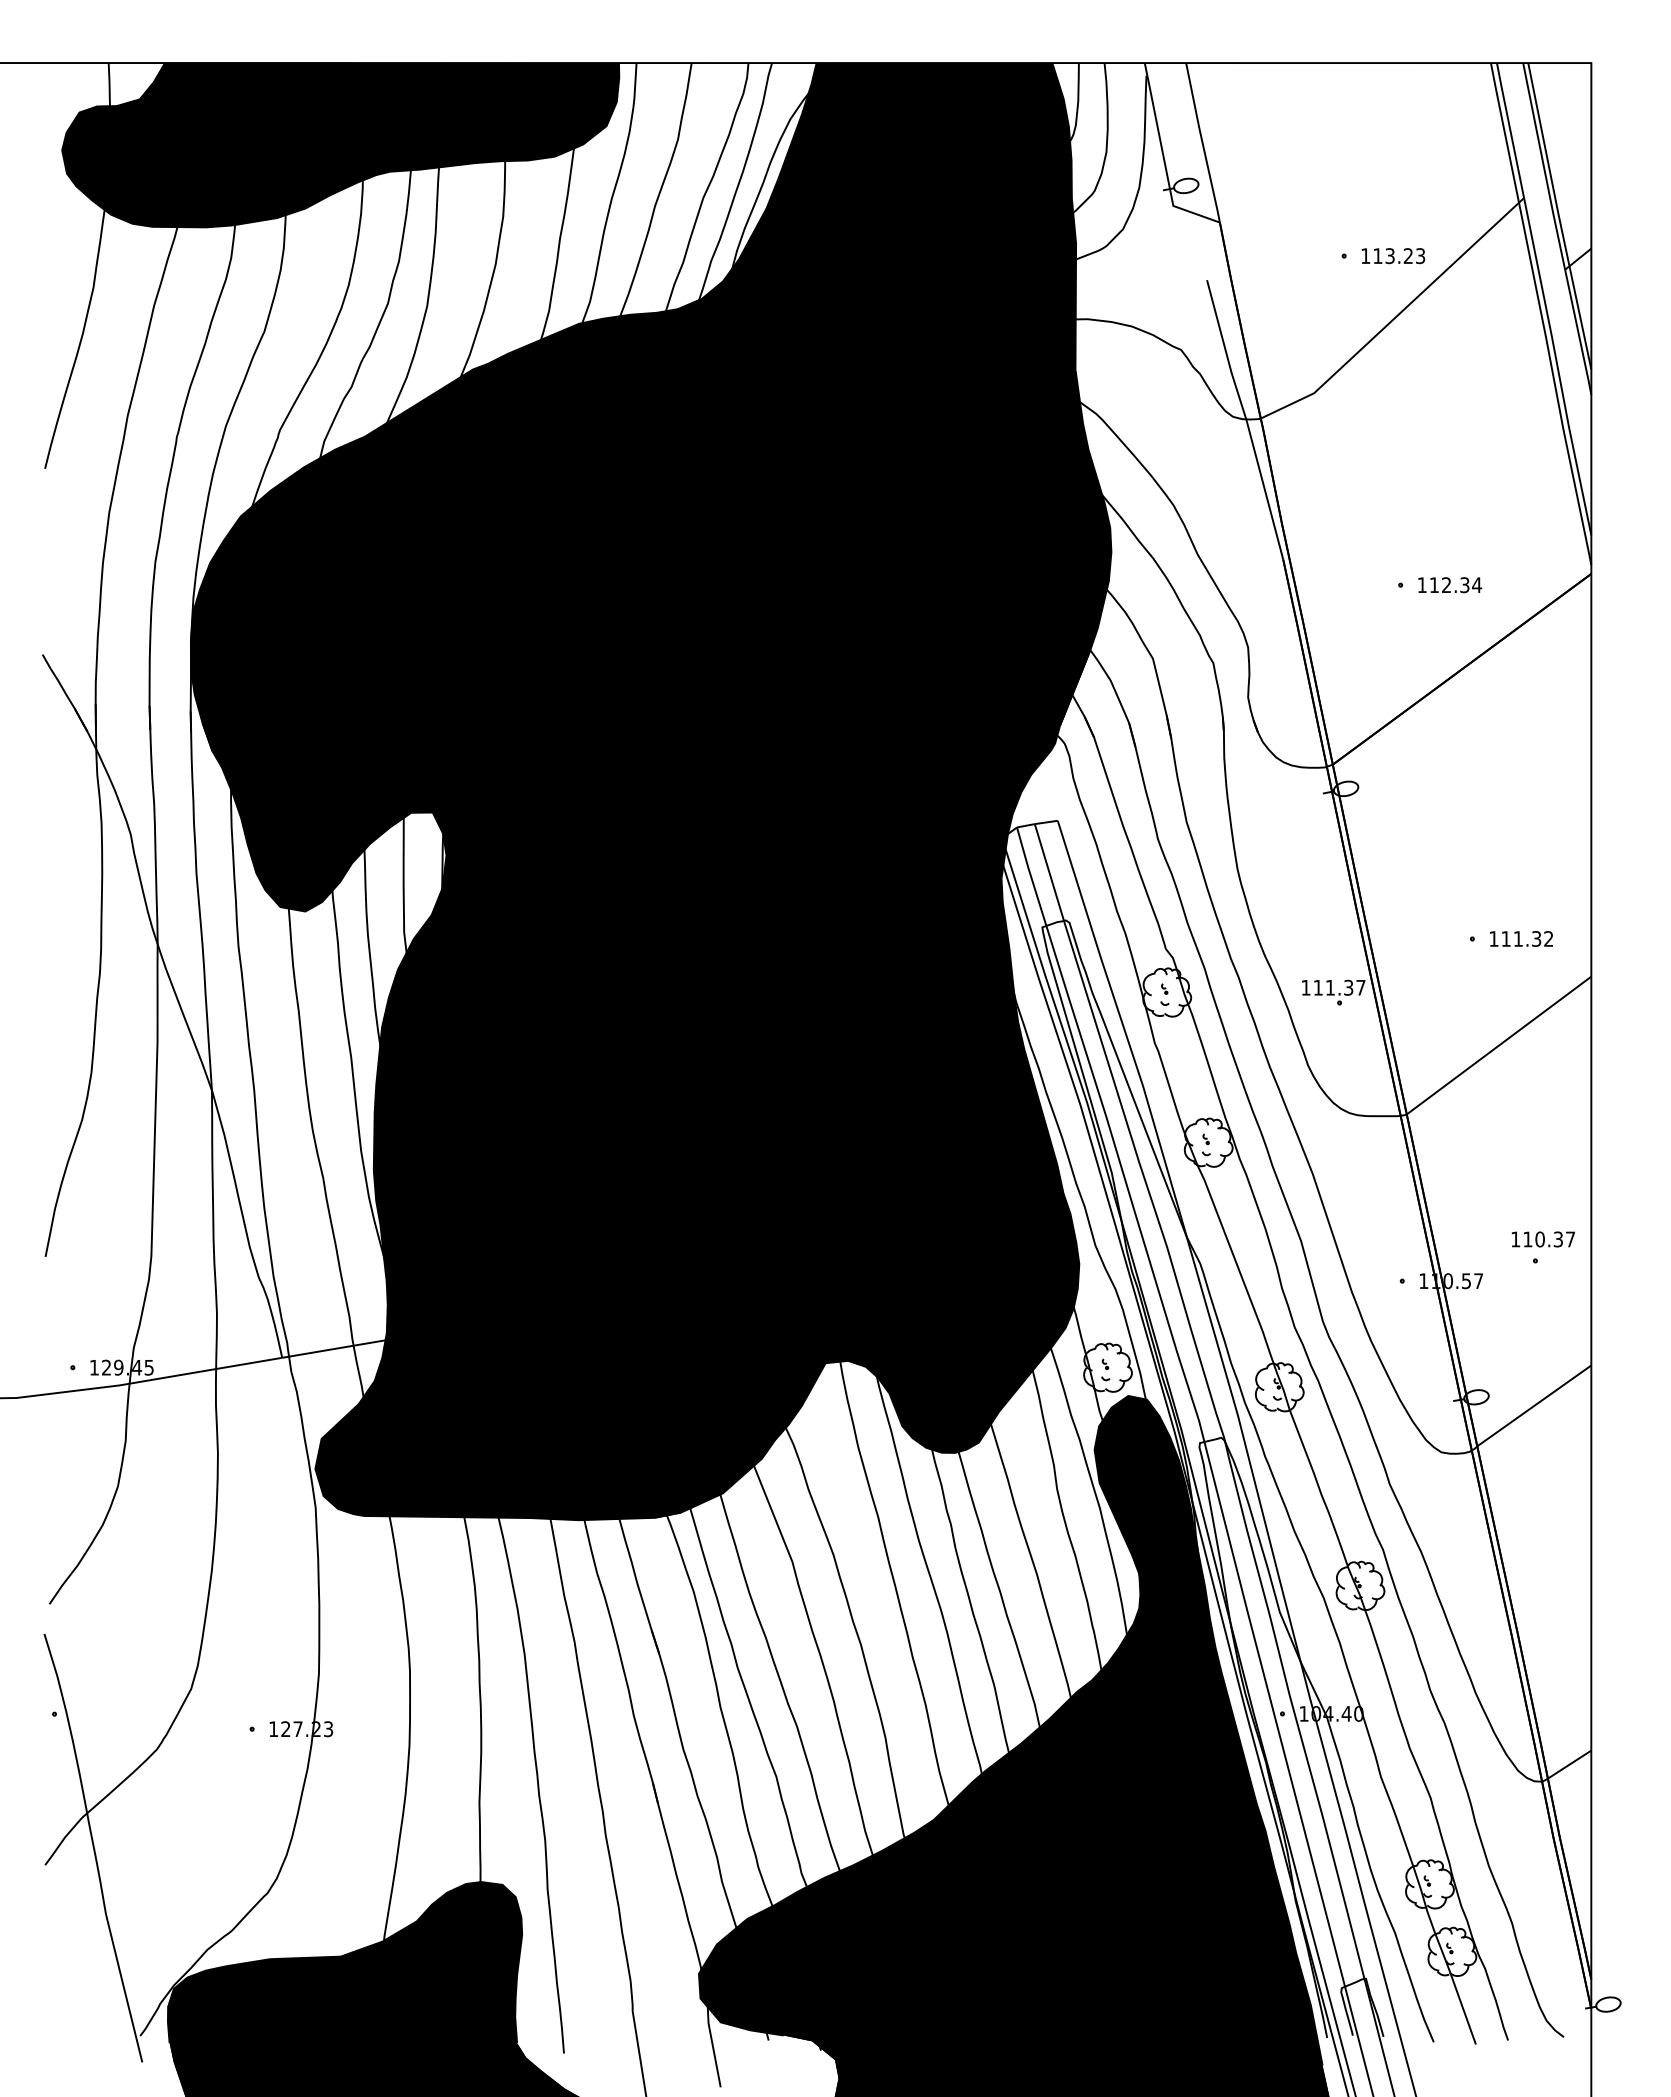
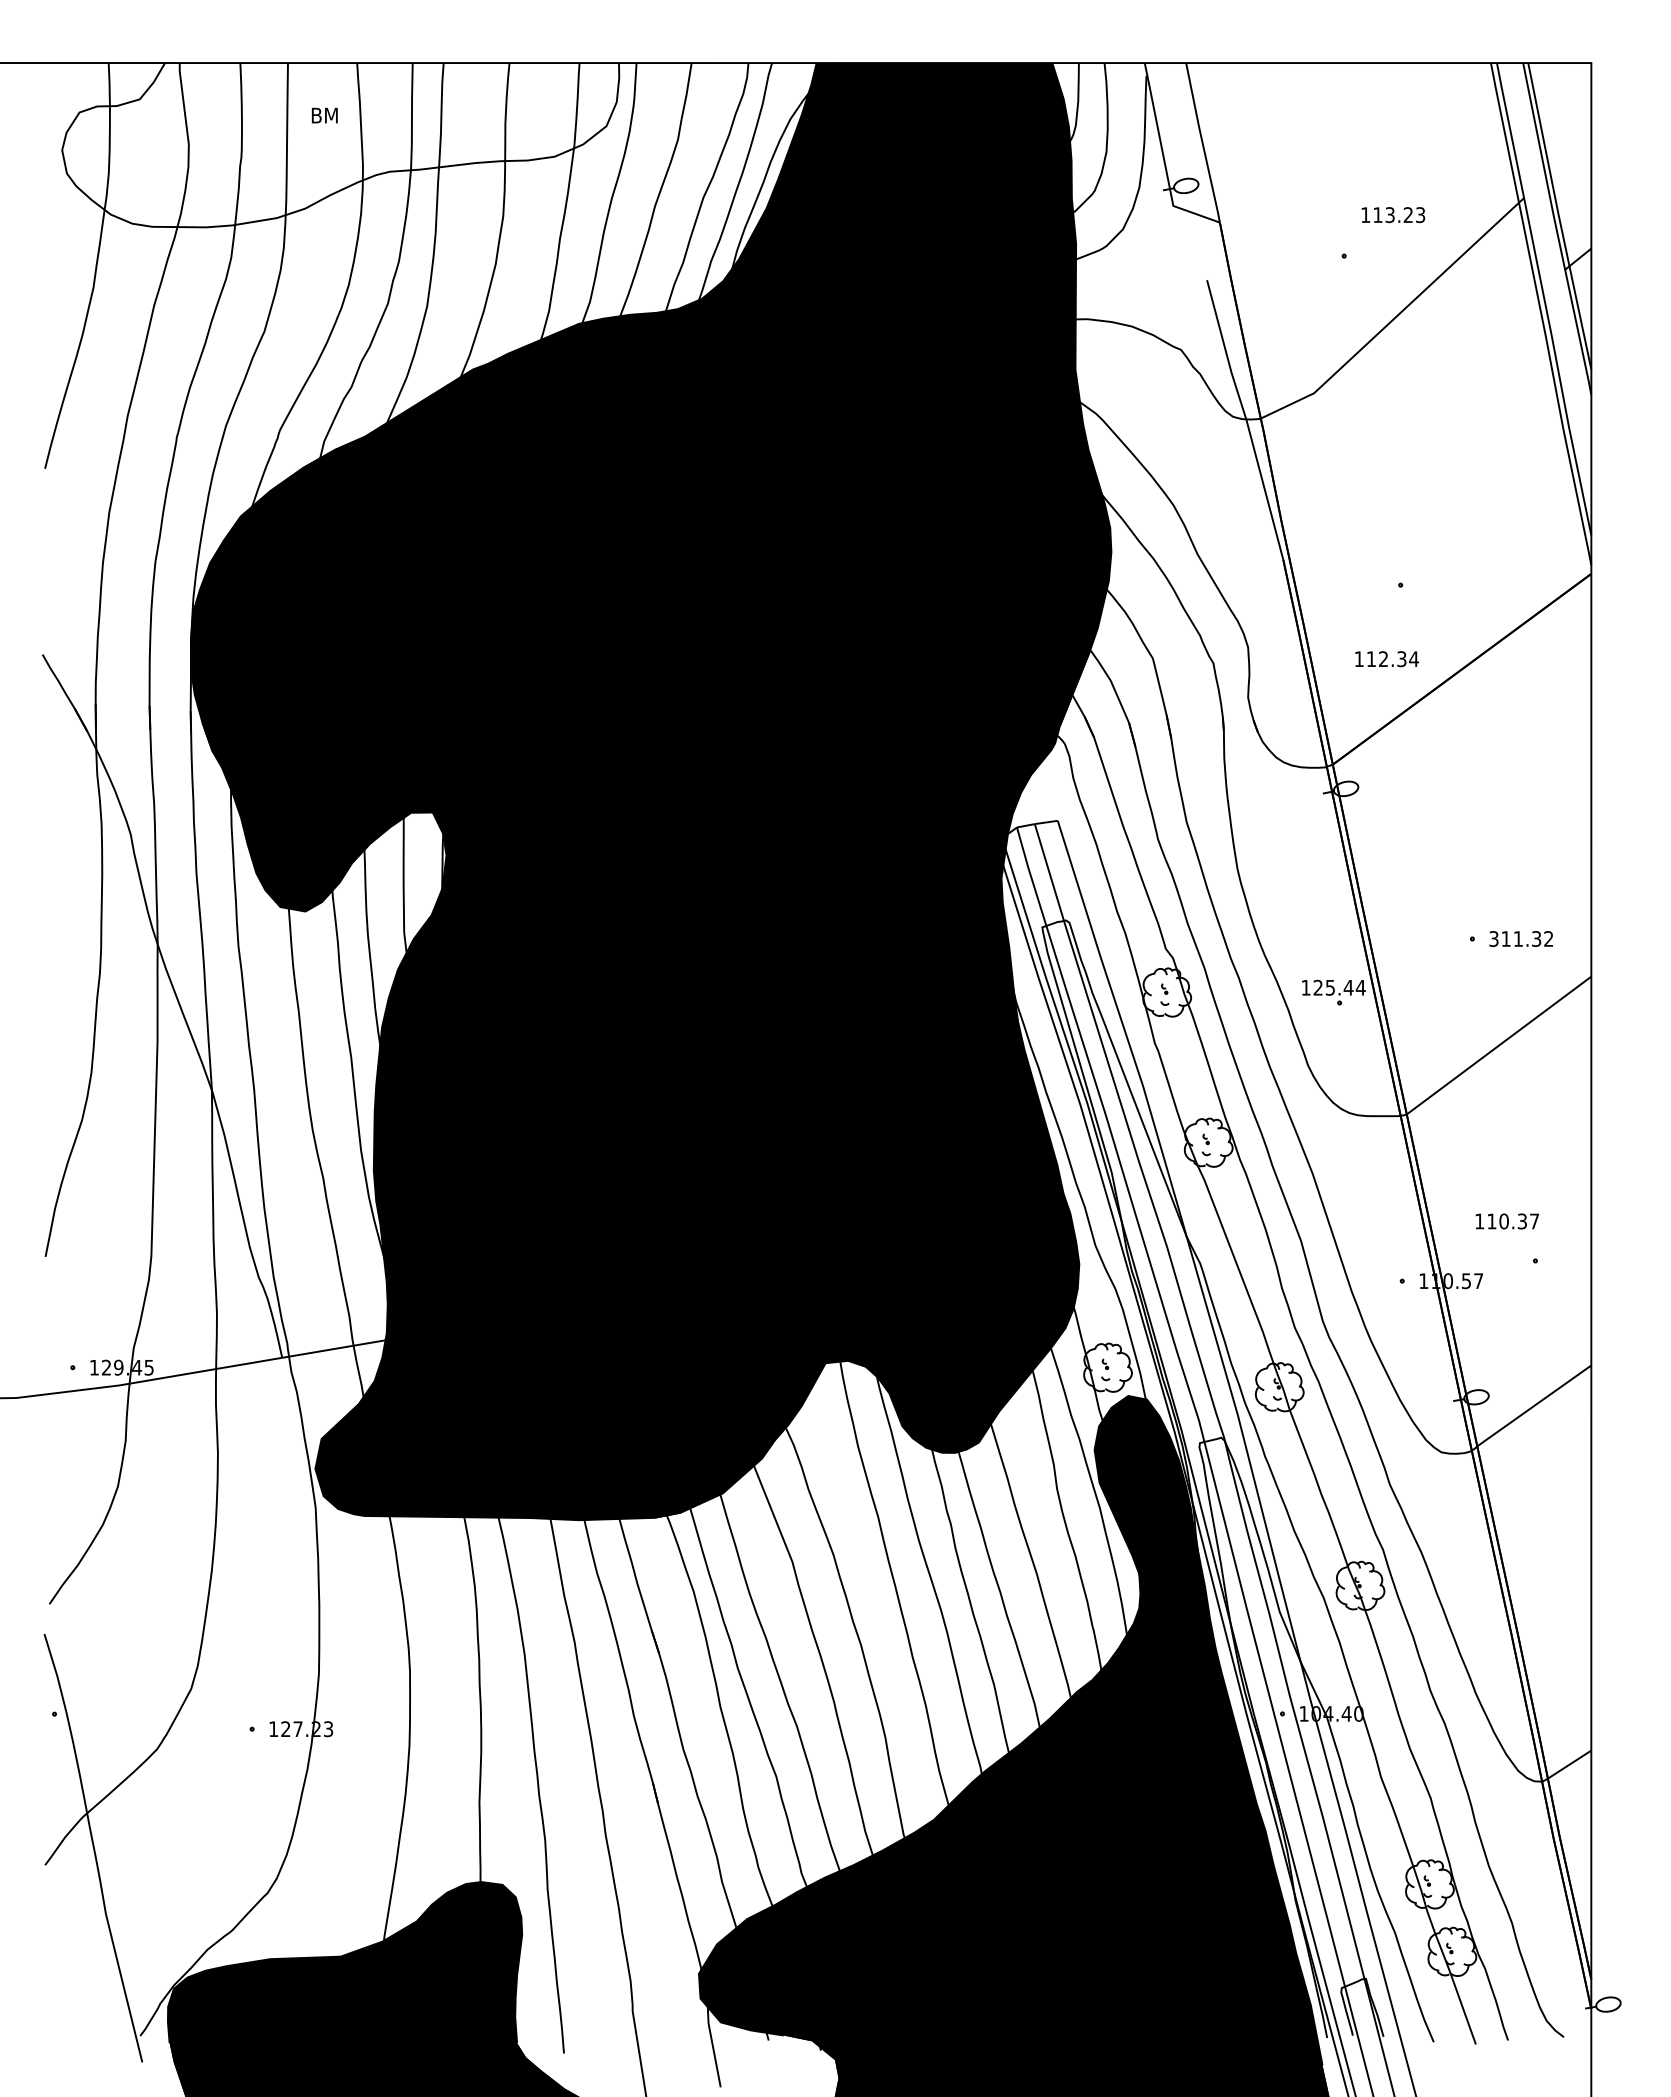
fill at (340, 145): present -> none
text at (1393, 256) position: (1393, 256) -> (1393, 215)
text at (1450, 585) position: (1450, 585) -> (1387, 659)
text at (1493, 938): 111.32 -> 311.32
text at (1339, 987): 111.37 -> 125.44
text at (1542, 1239) position: (1542, 1239) -> (1506, 1221)
